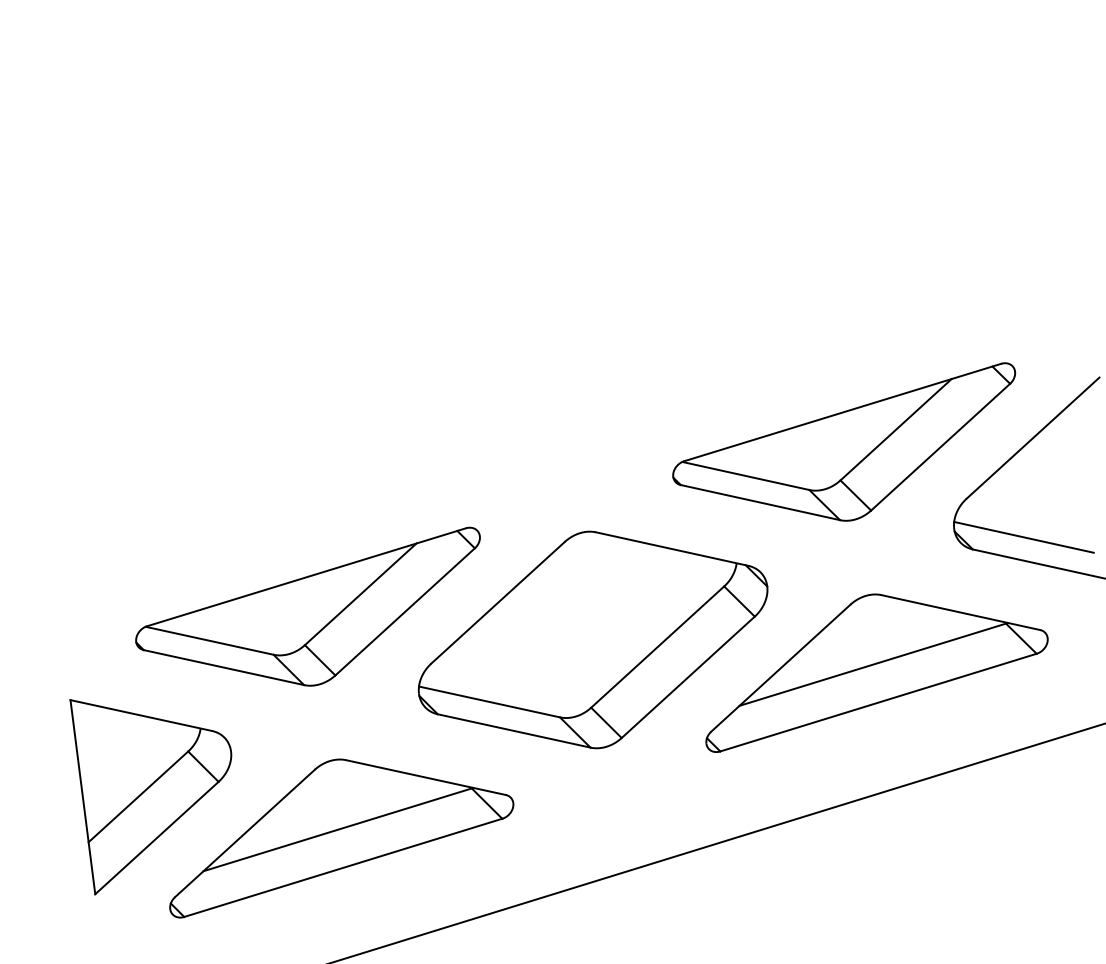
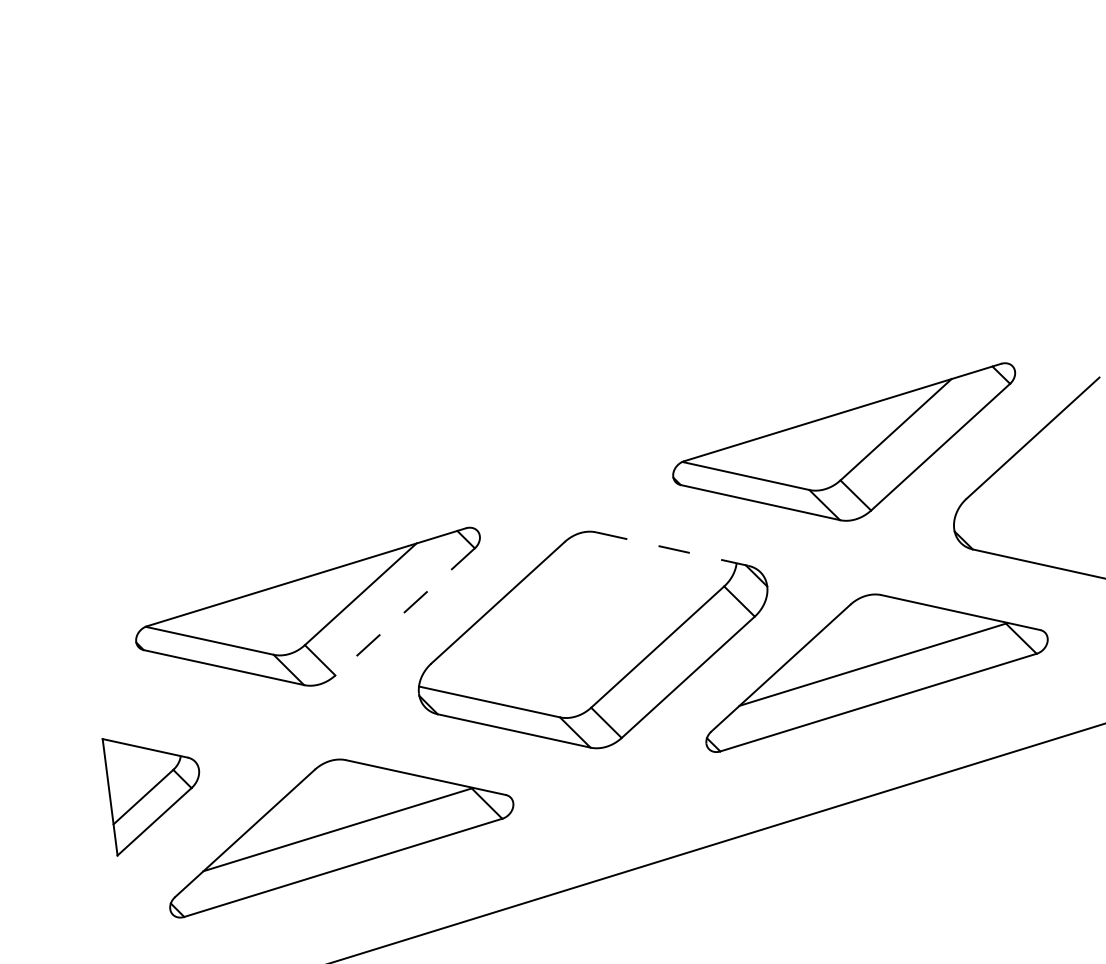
line at (1023, 536): present -> none
line at (672, 549): solid -> dashed
line at (404, 612): solid -> dashed
part at (150, 797) size: 164x197 px -> 100x119 px
